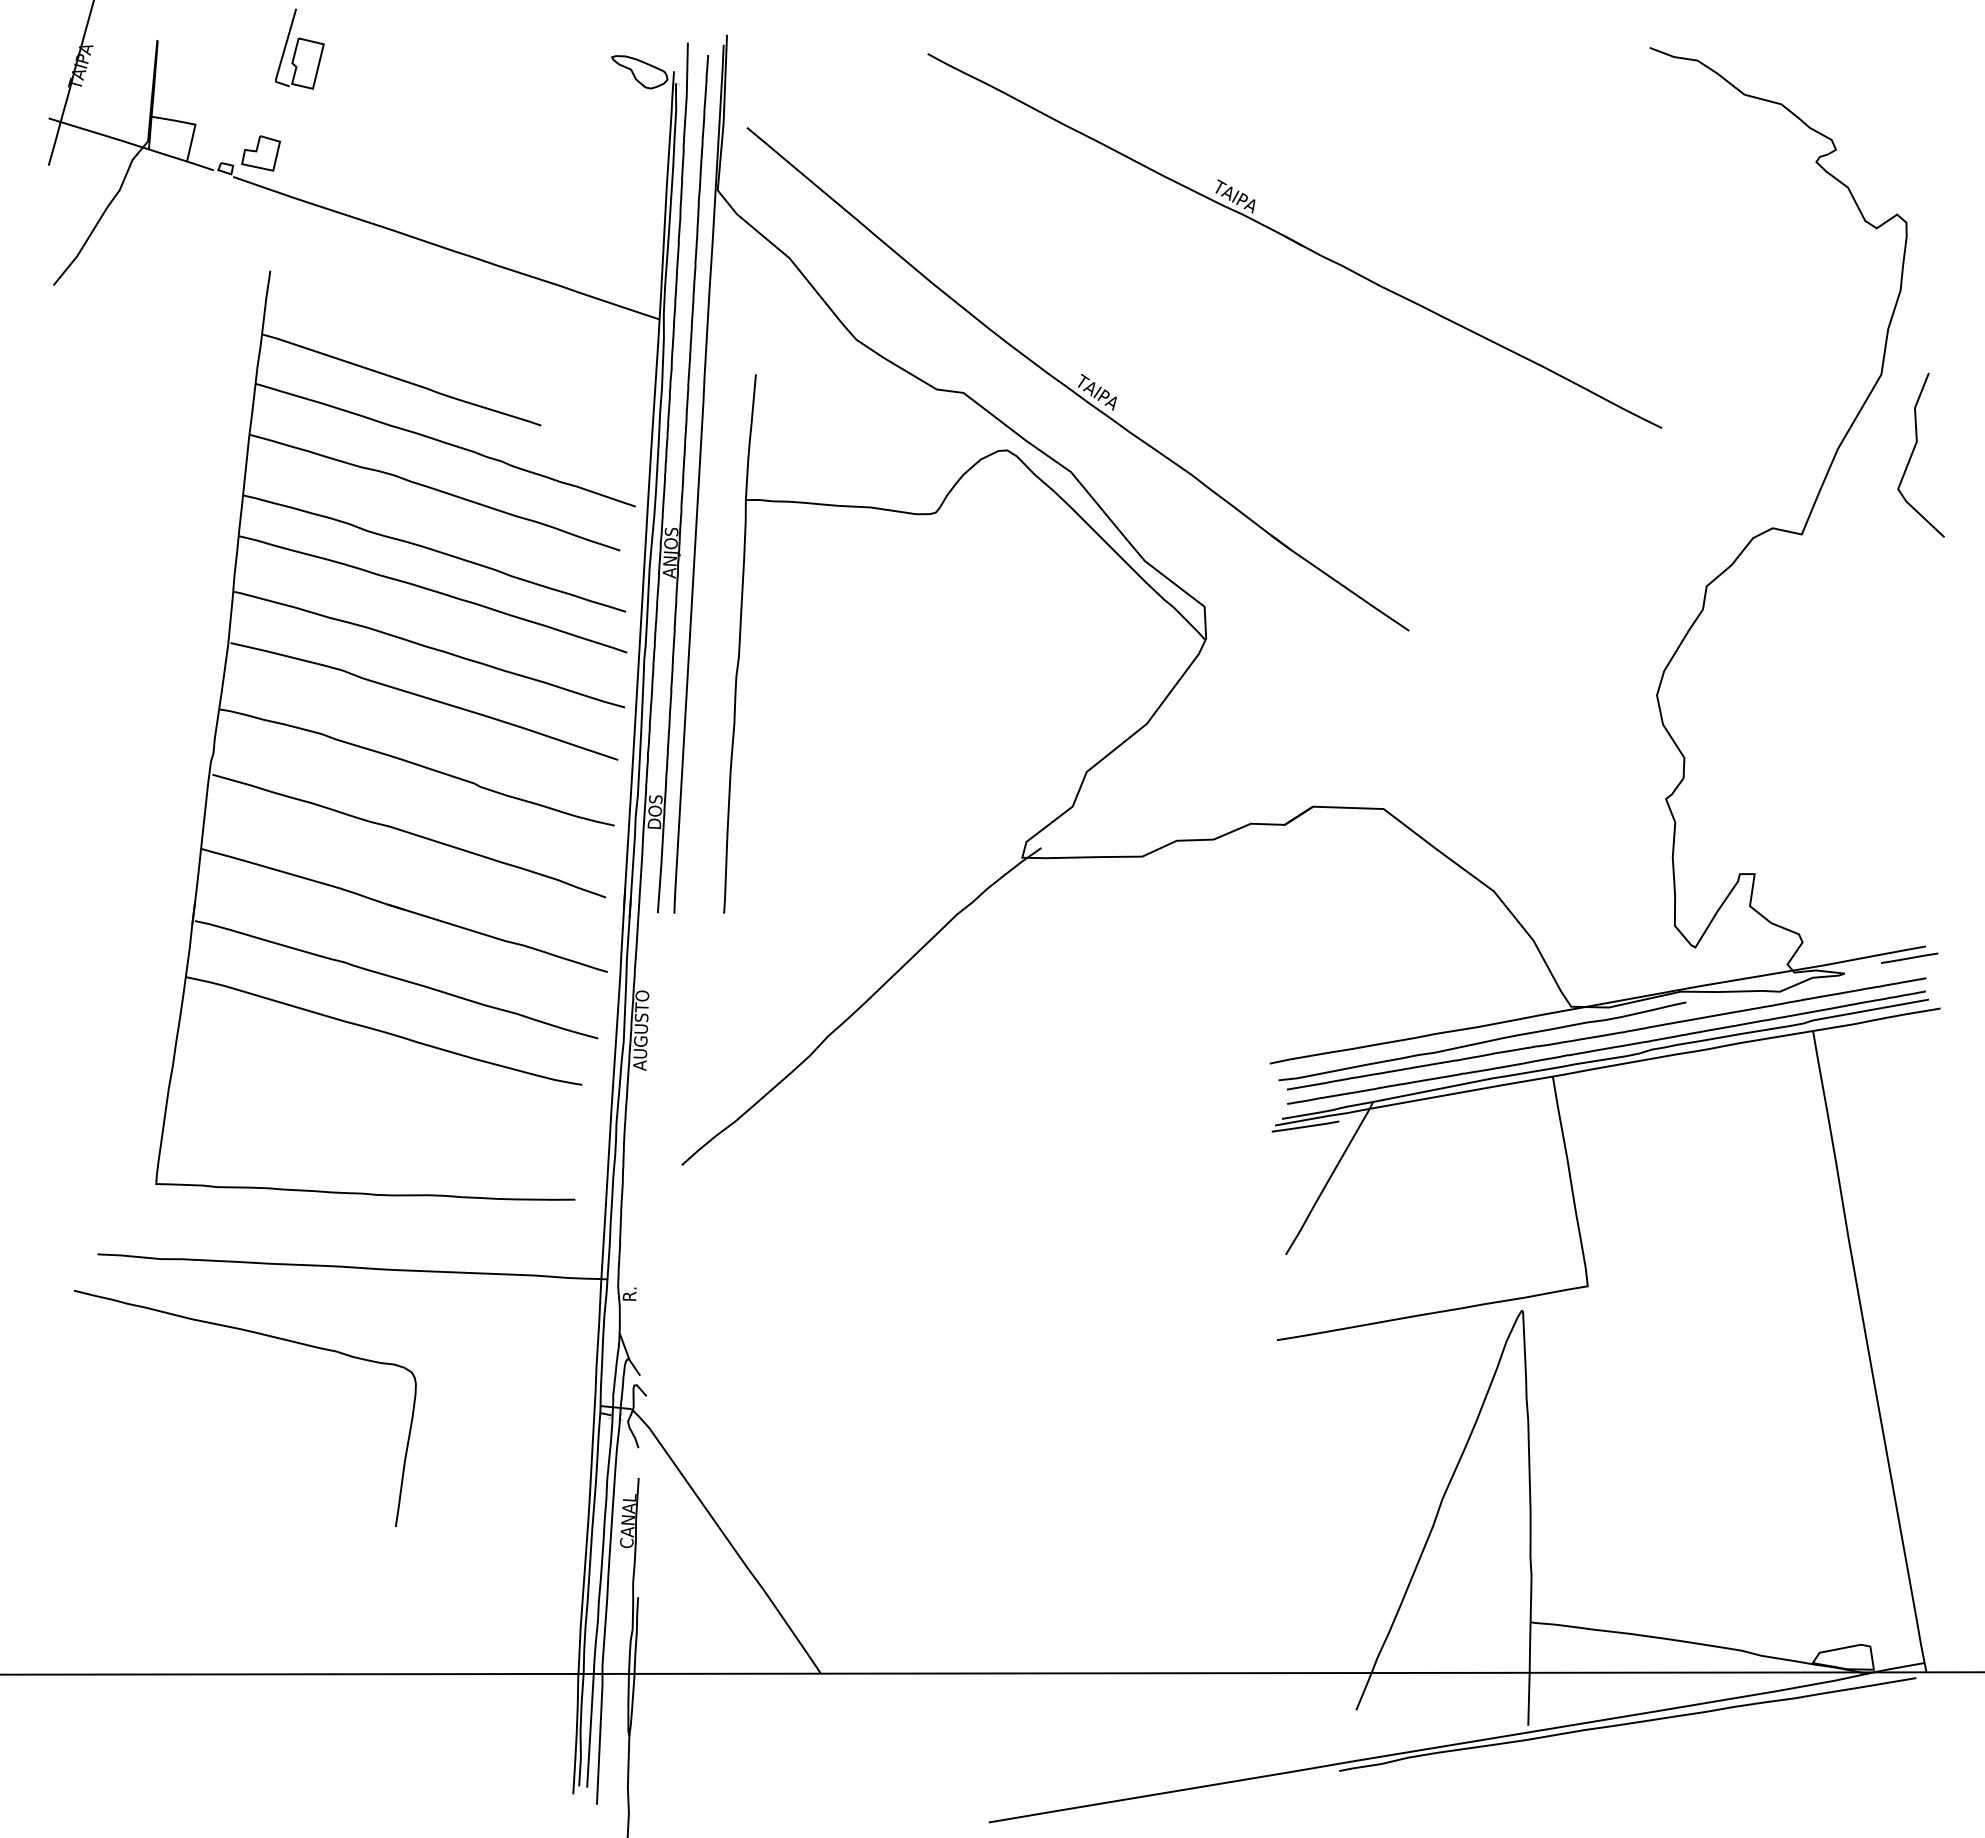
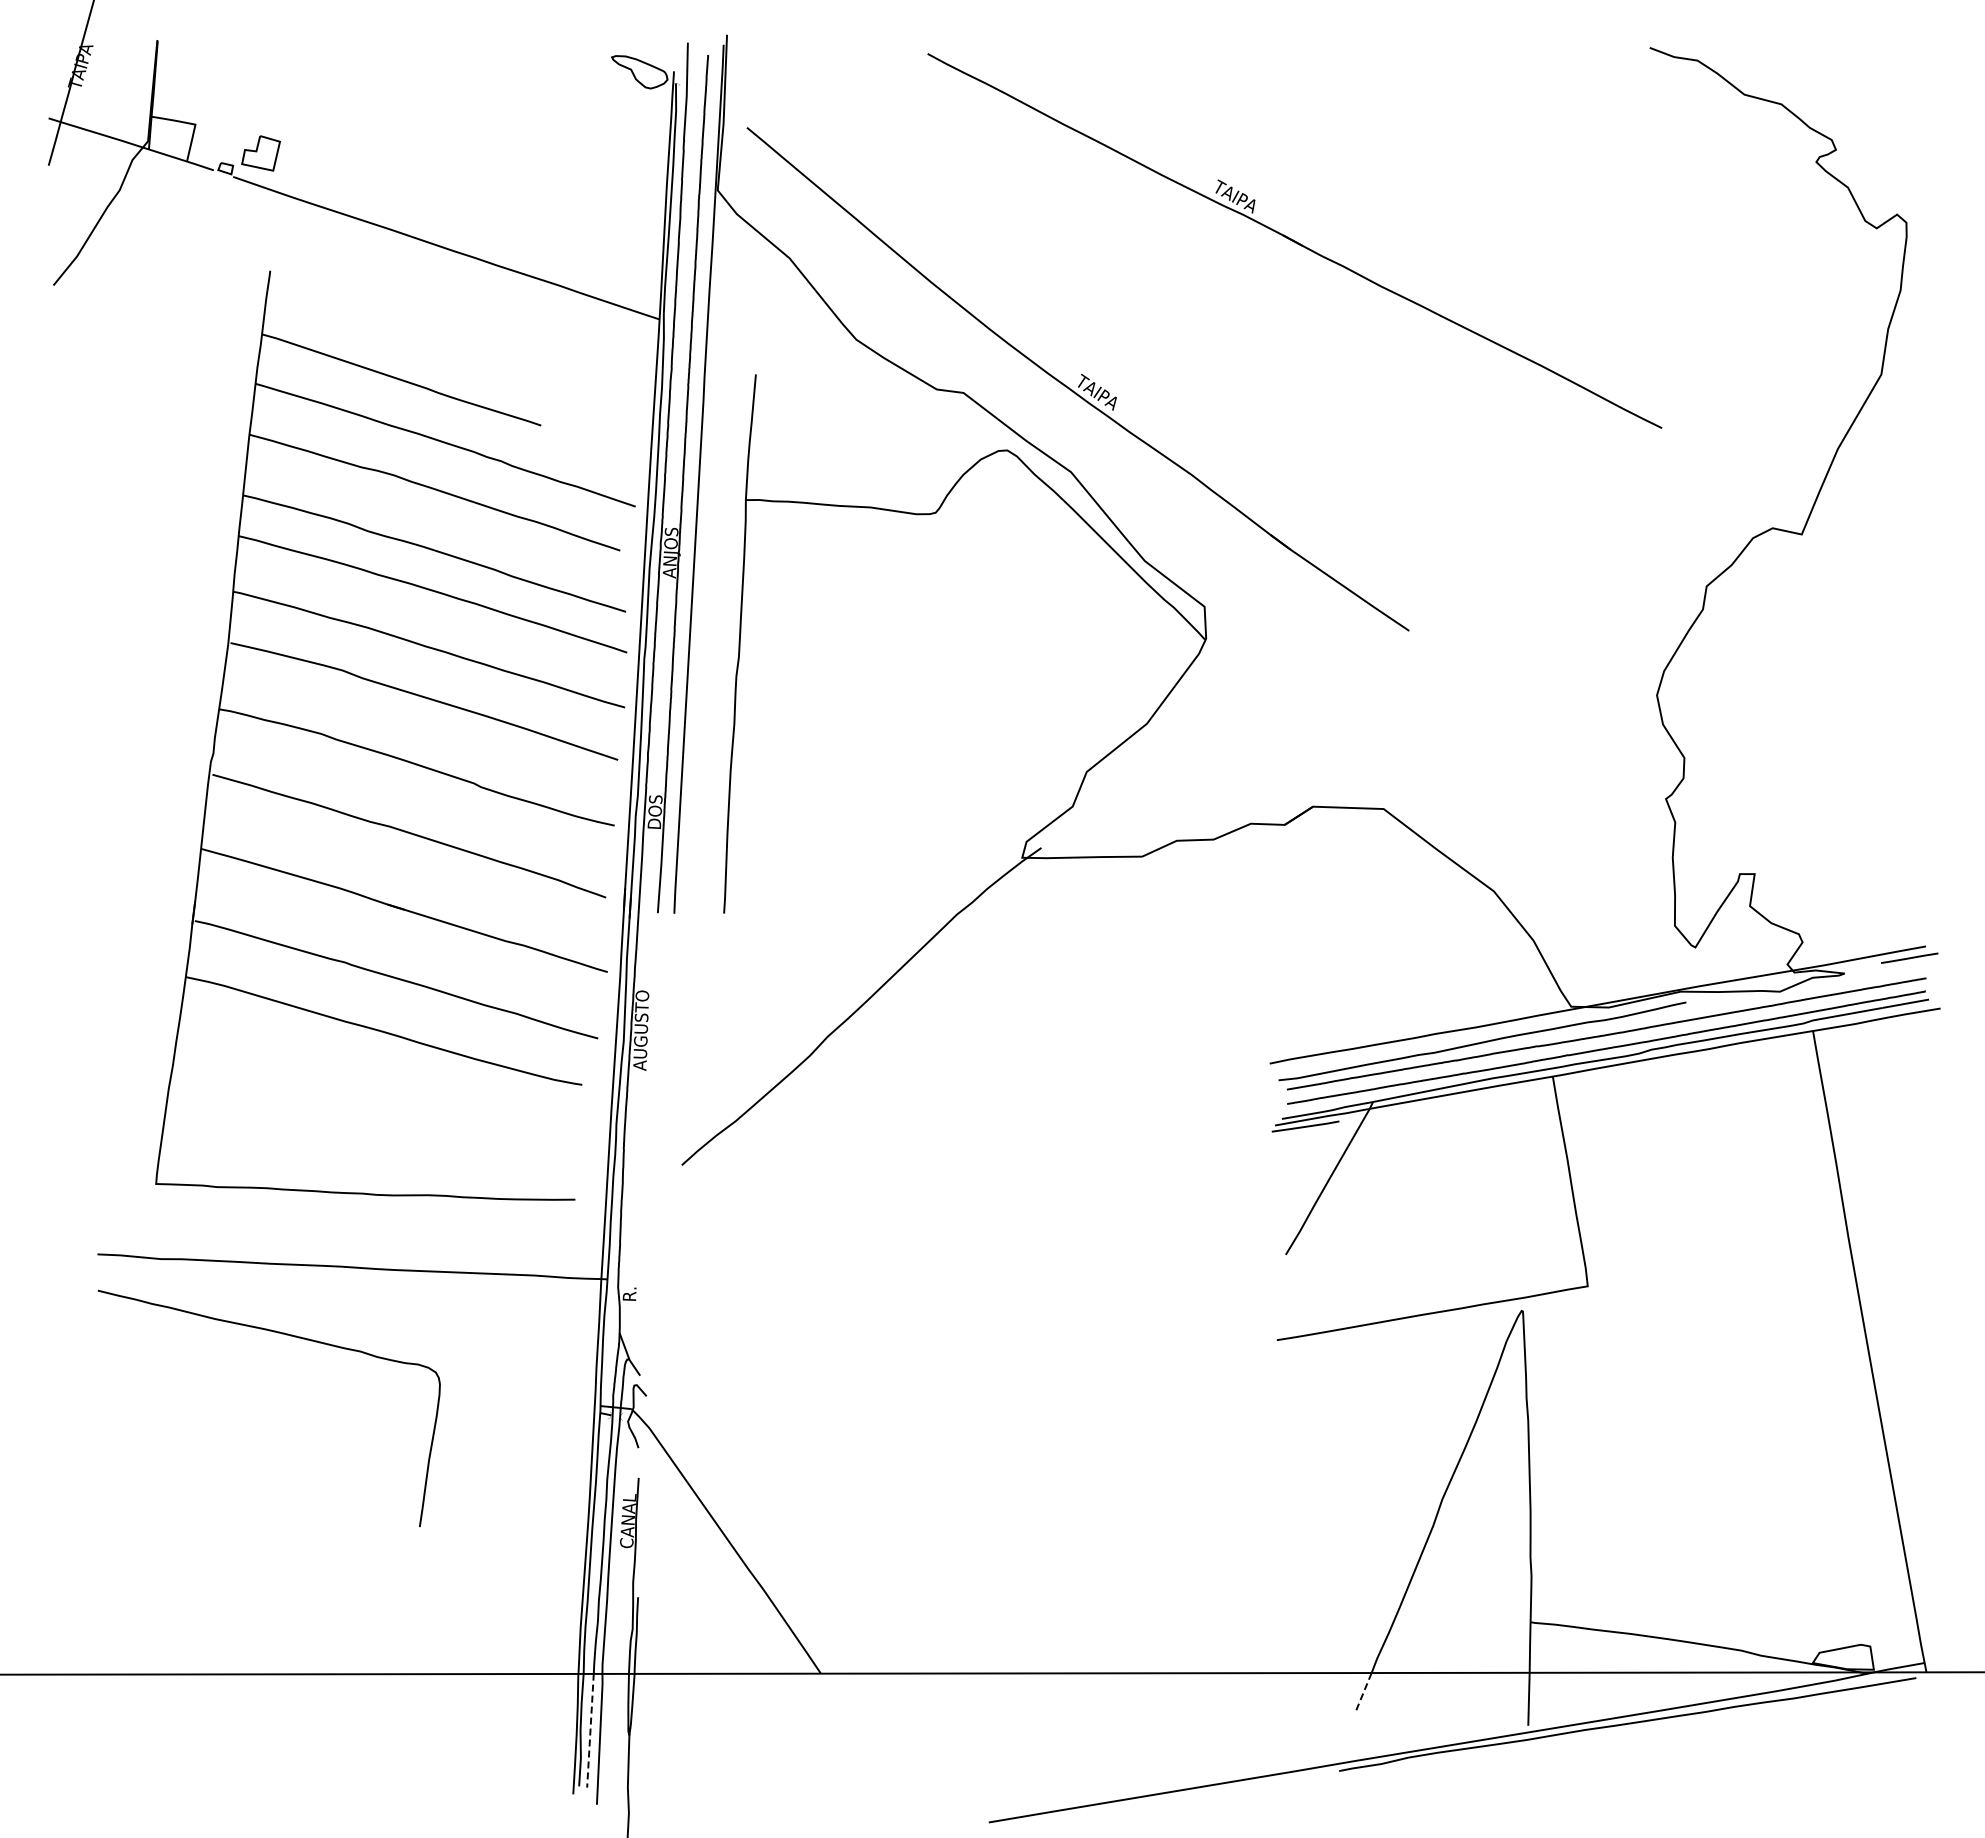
part at (299, 48): present -> none
curve at (1913, 453): present -> none
curve at (262, 1335) position: (262, 1335) -> (286, 1335)
line at (1364, 1691): solid -> dashed
line at (590, 1731): solid -> dashed
